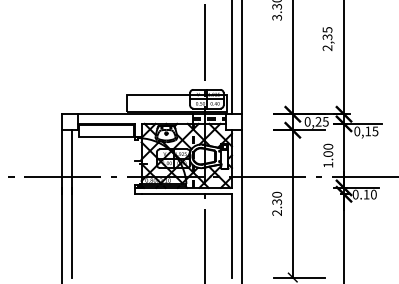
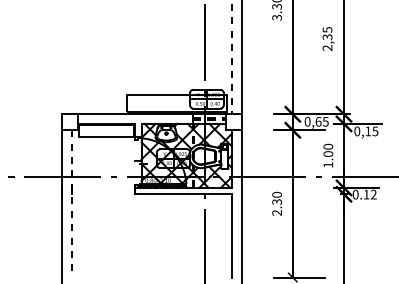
line at (231, 57): solid -> dashed
text at (318, 121): 0,25 -> 0,65
text at (373, 194): 0.10 -> 0.12
line at (71, 203): solid -> dashed
